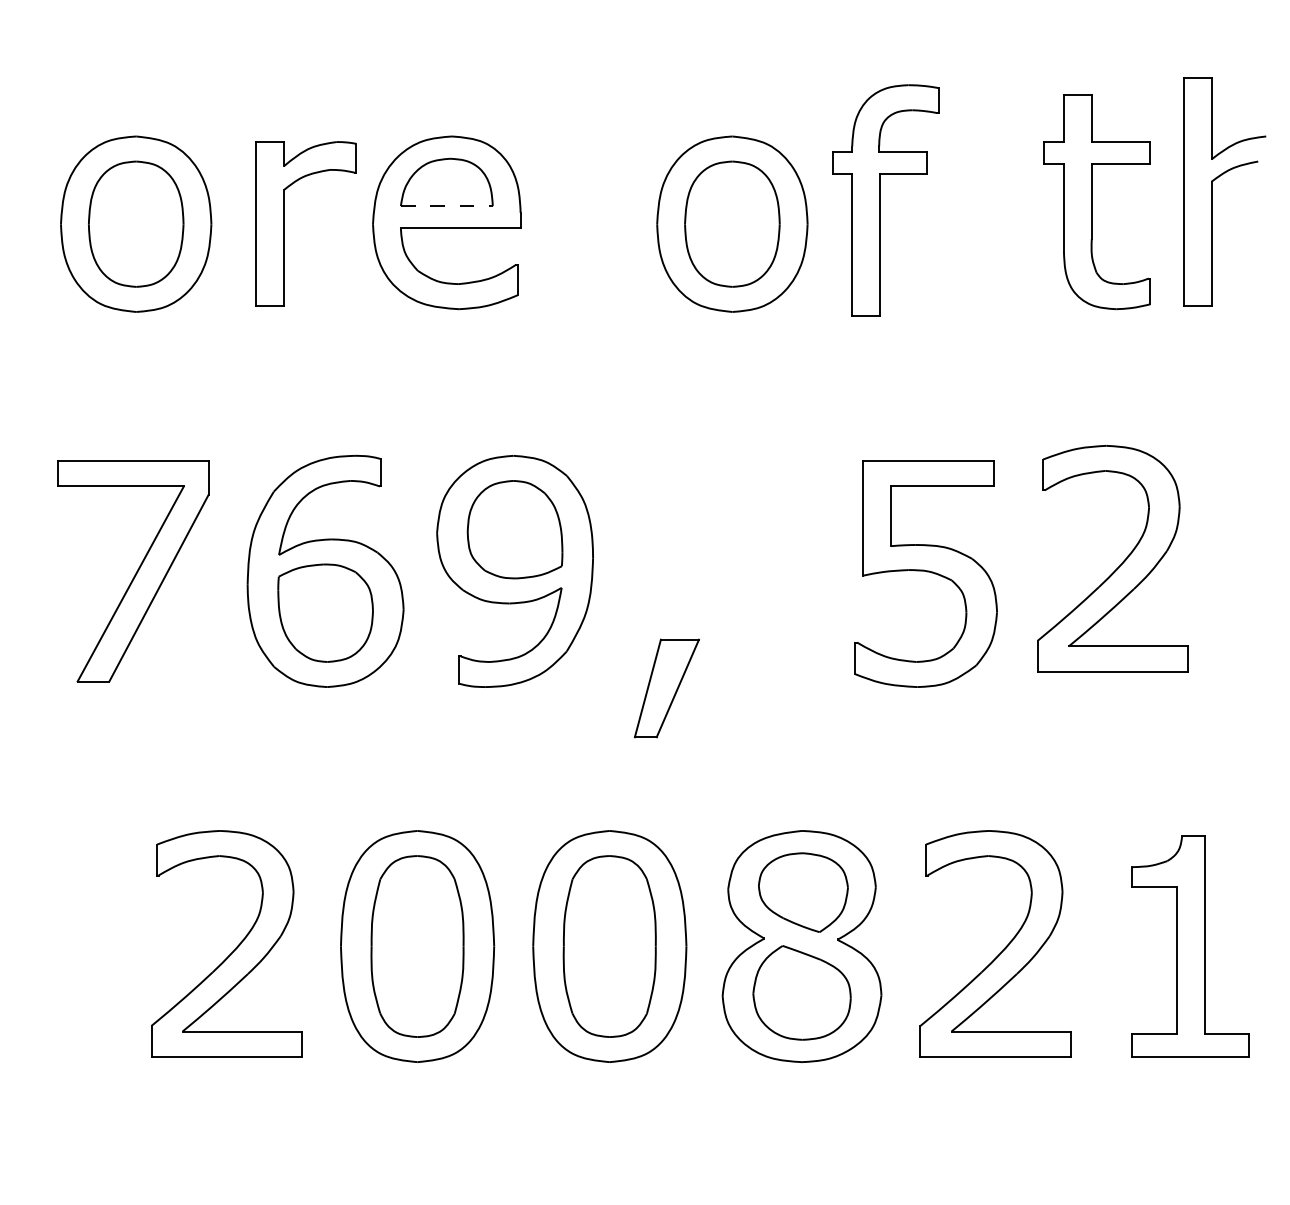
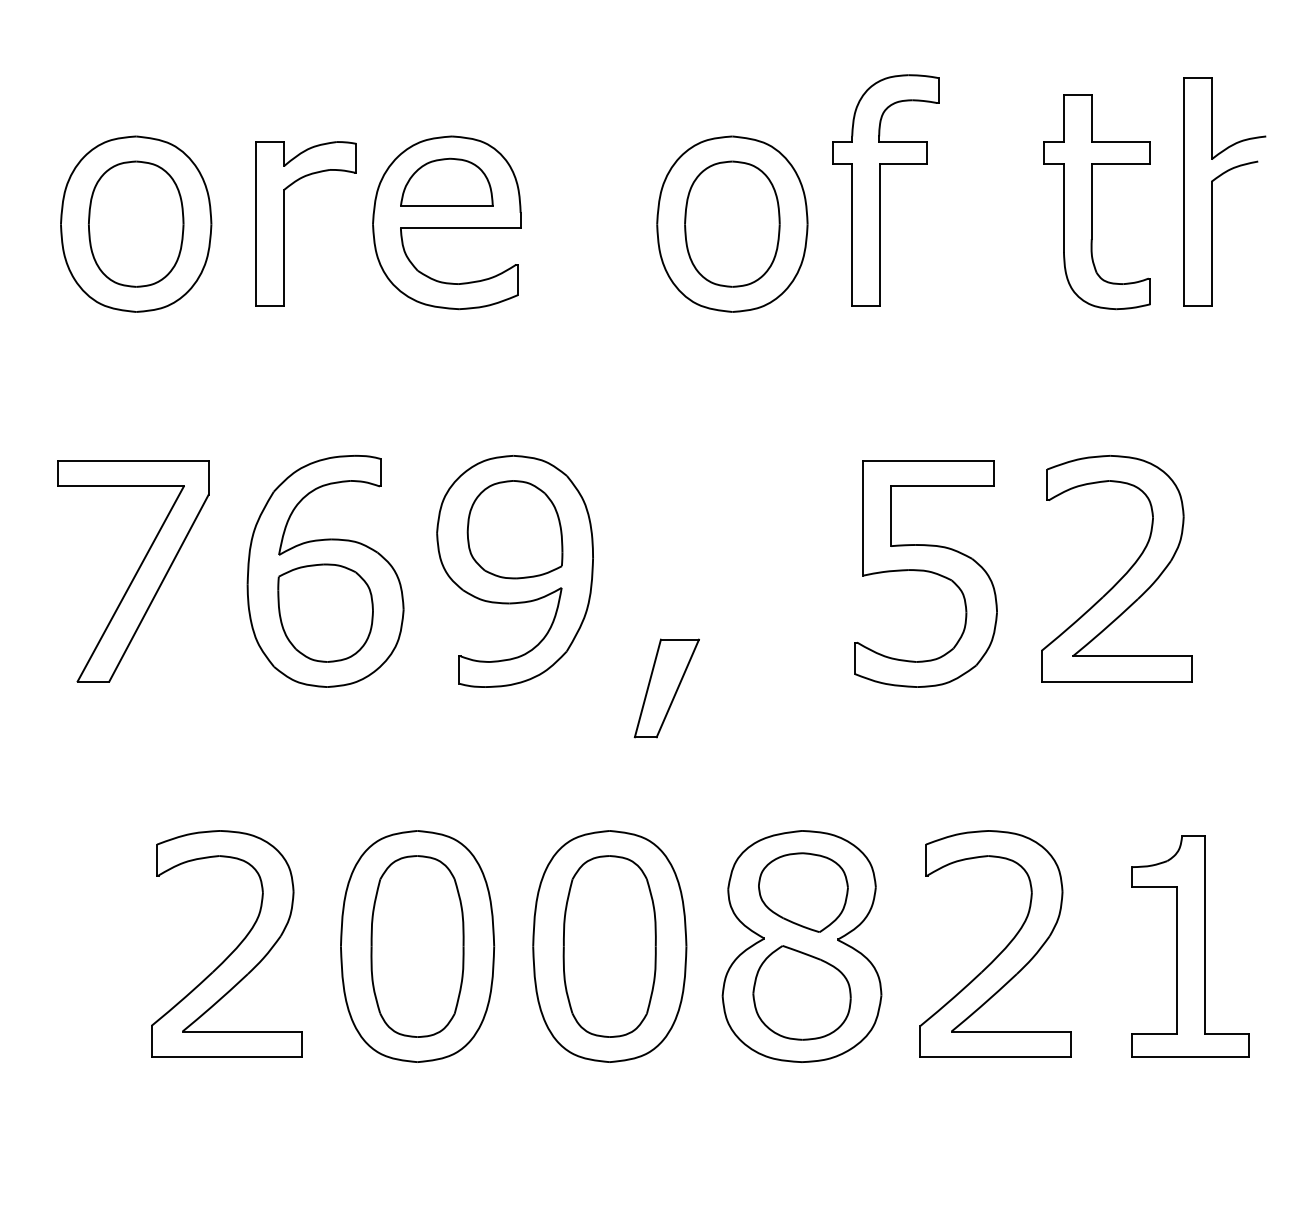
part at (885, 200) position: (885, 200) -> (885, 190)
line at (446, 206): dashed -> solid
part at (1119, 565) position: (1119, 565) -> (1123, 575)
